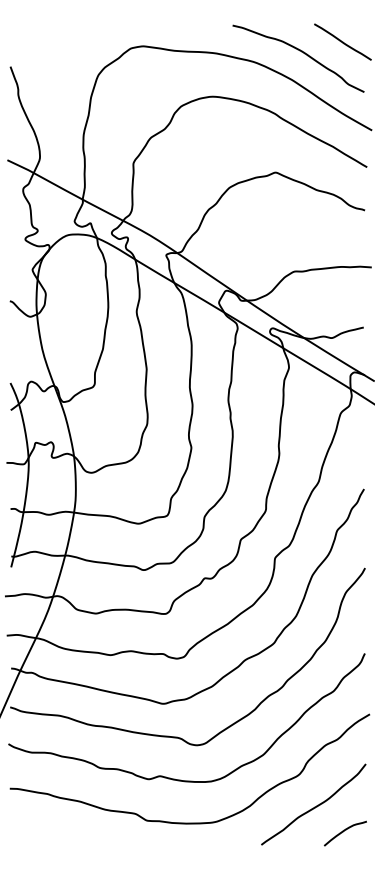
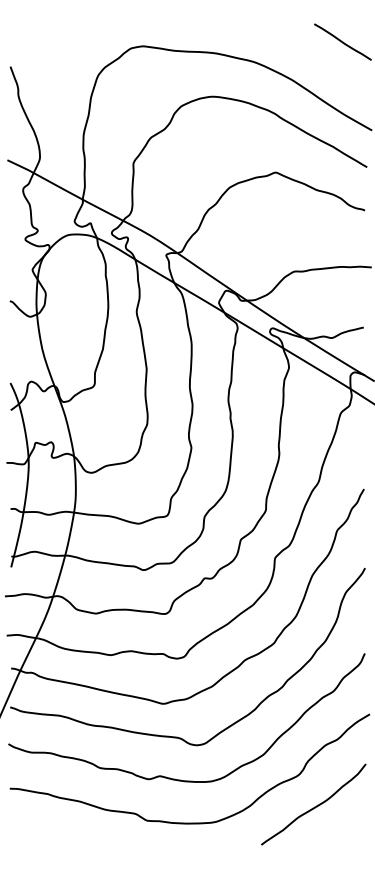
curve at (301, 52): present -> none
curve at (343, 832): present -> none
